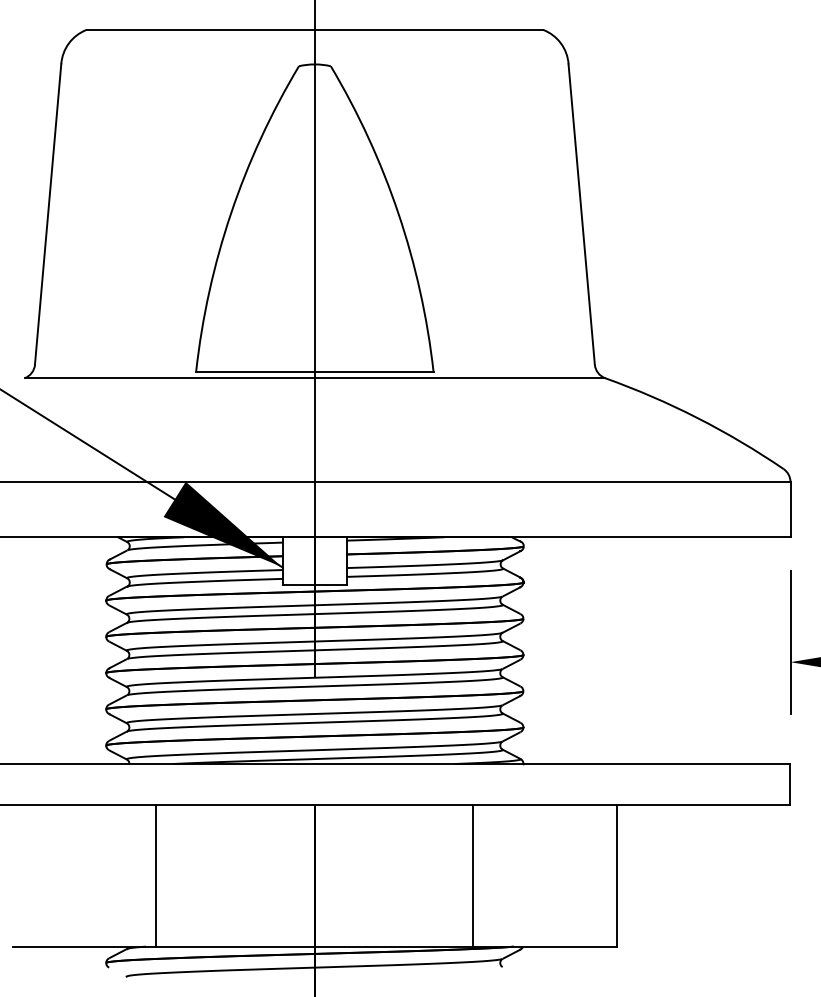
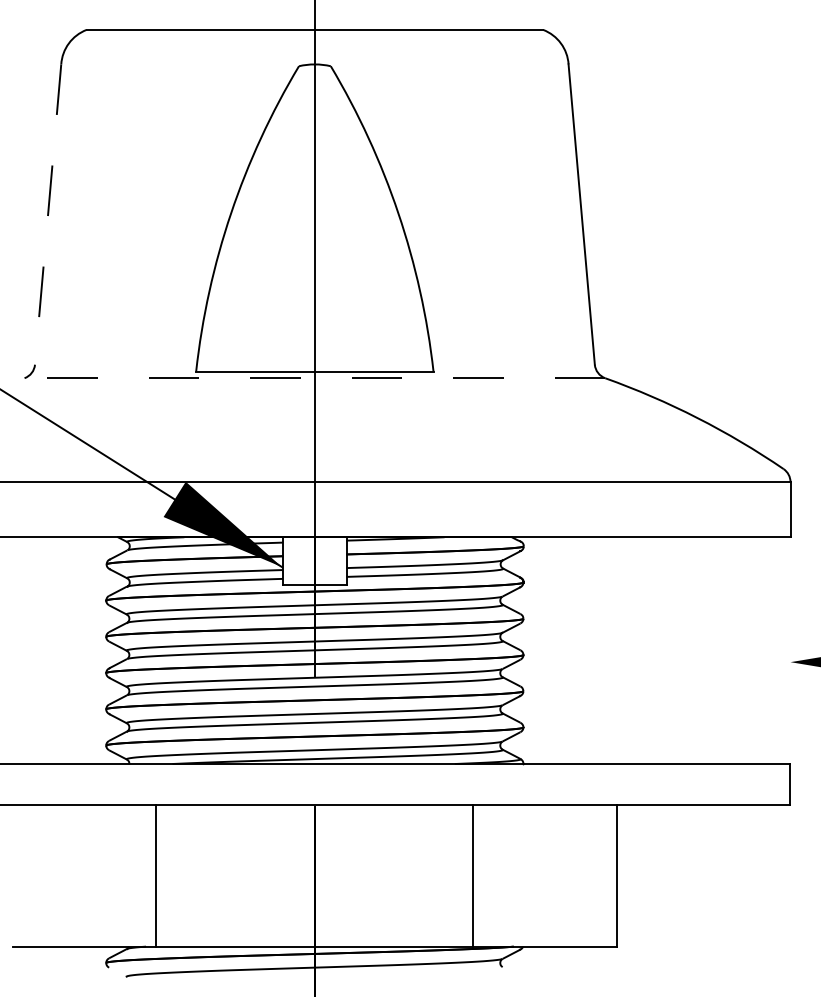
line at (48, 214): solid -> dashed
line at (314, 378): solid -> dashed
line at (790, 641): present -> none
